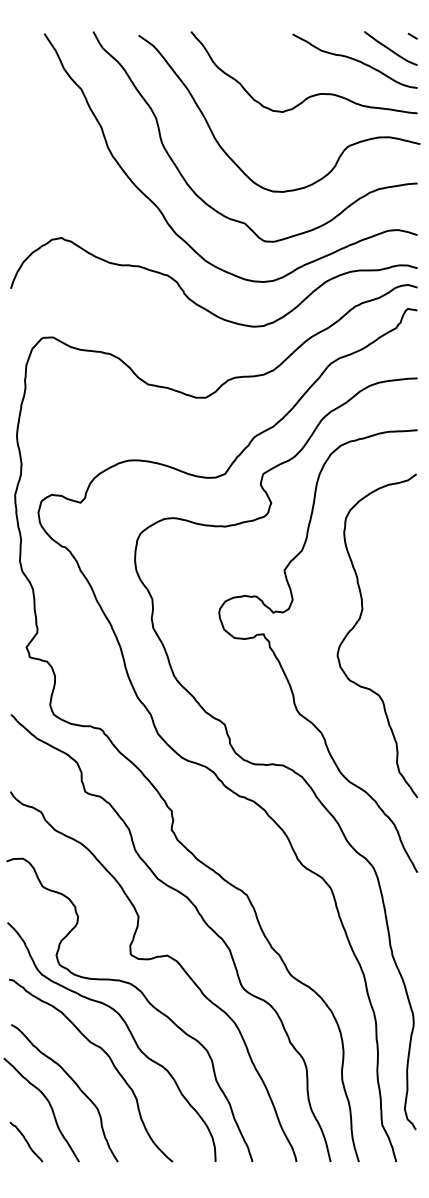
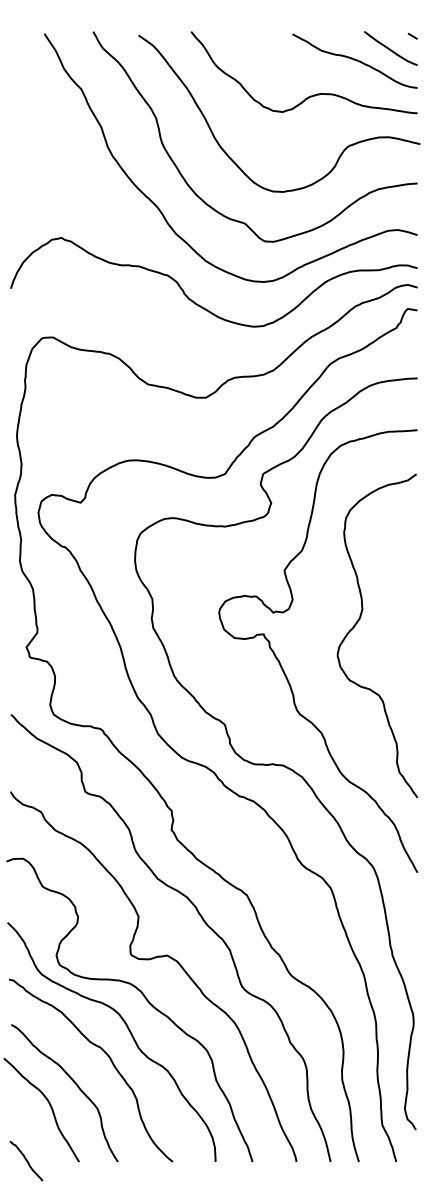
curve at (26, 1141) position: (26, 1141) -> (26, 1160)
